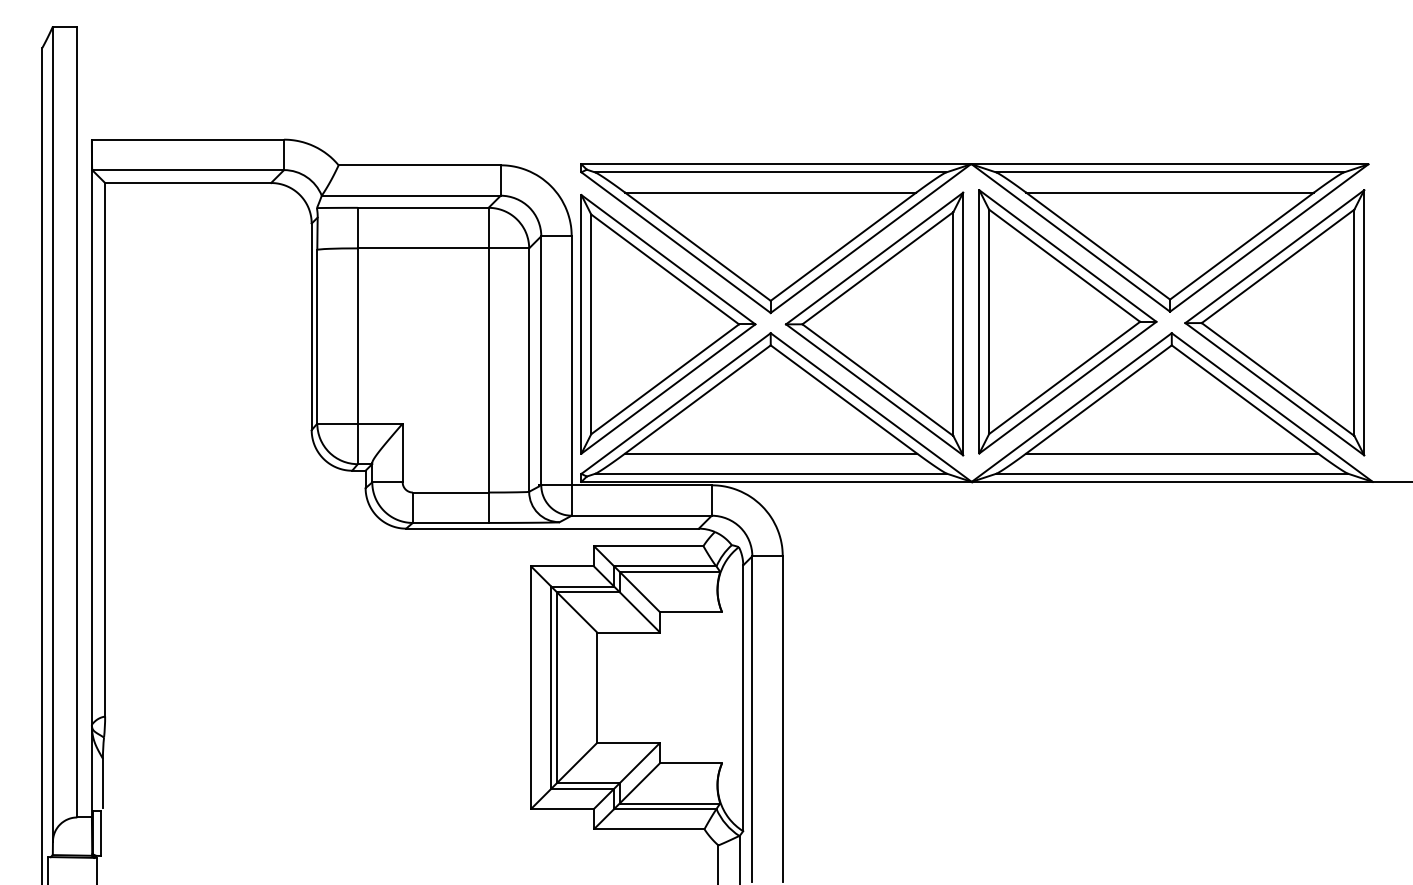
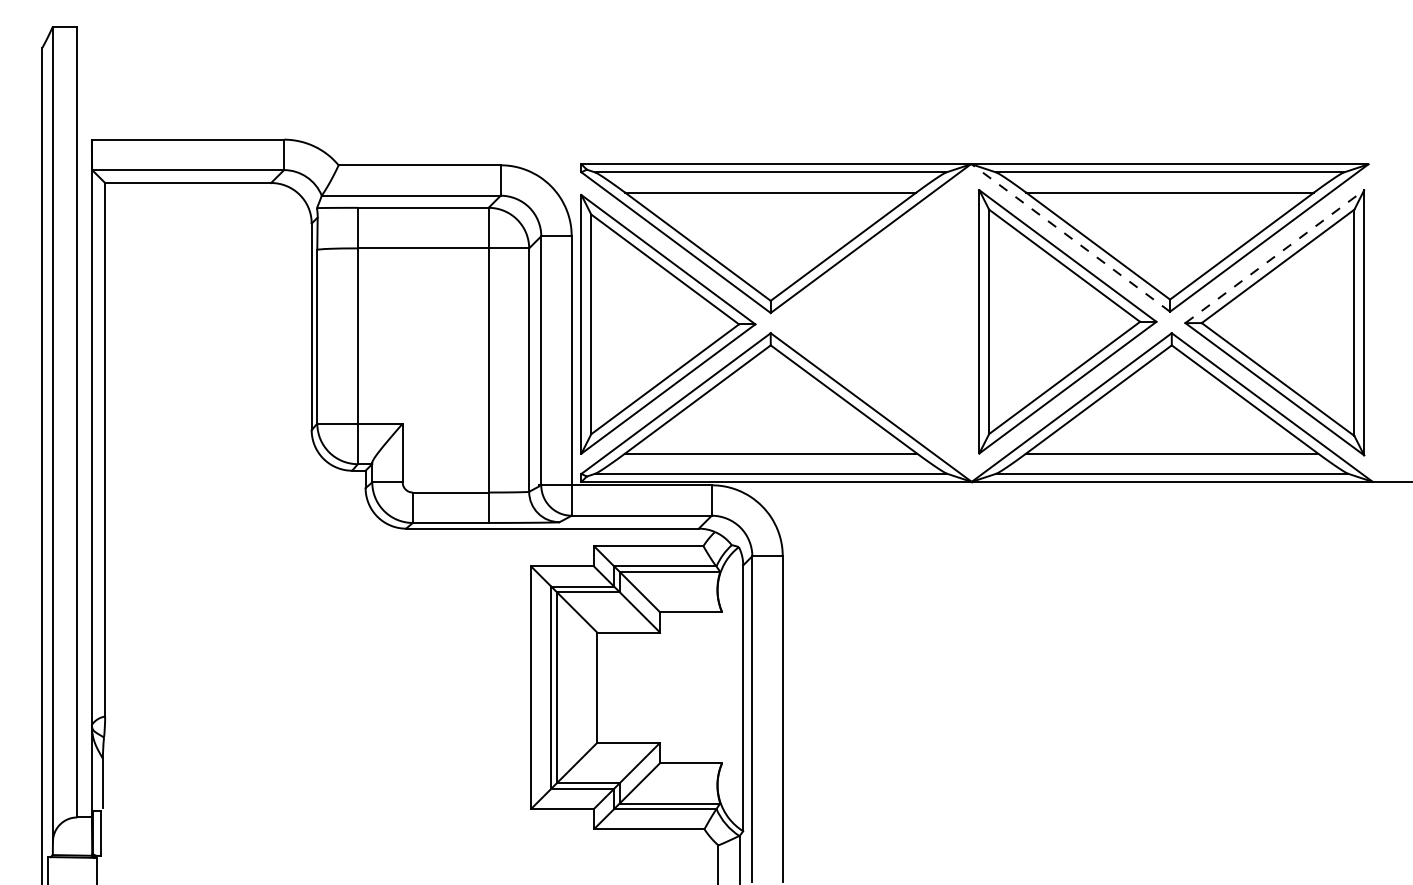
line at (1070, 238): solid -> dashed
line at (1275, 256): solid -> dashed
part at (874, 323): present -> none
